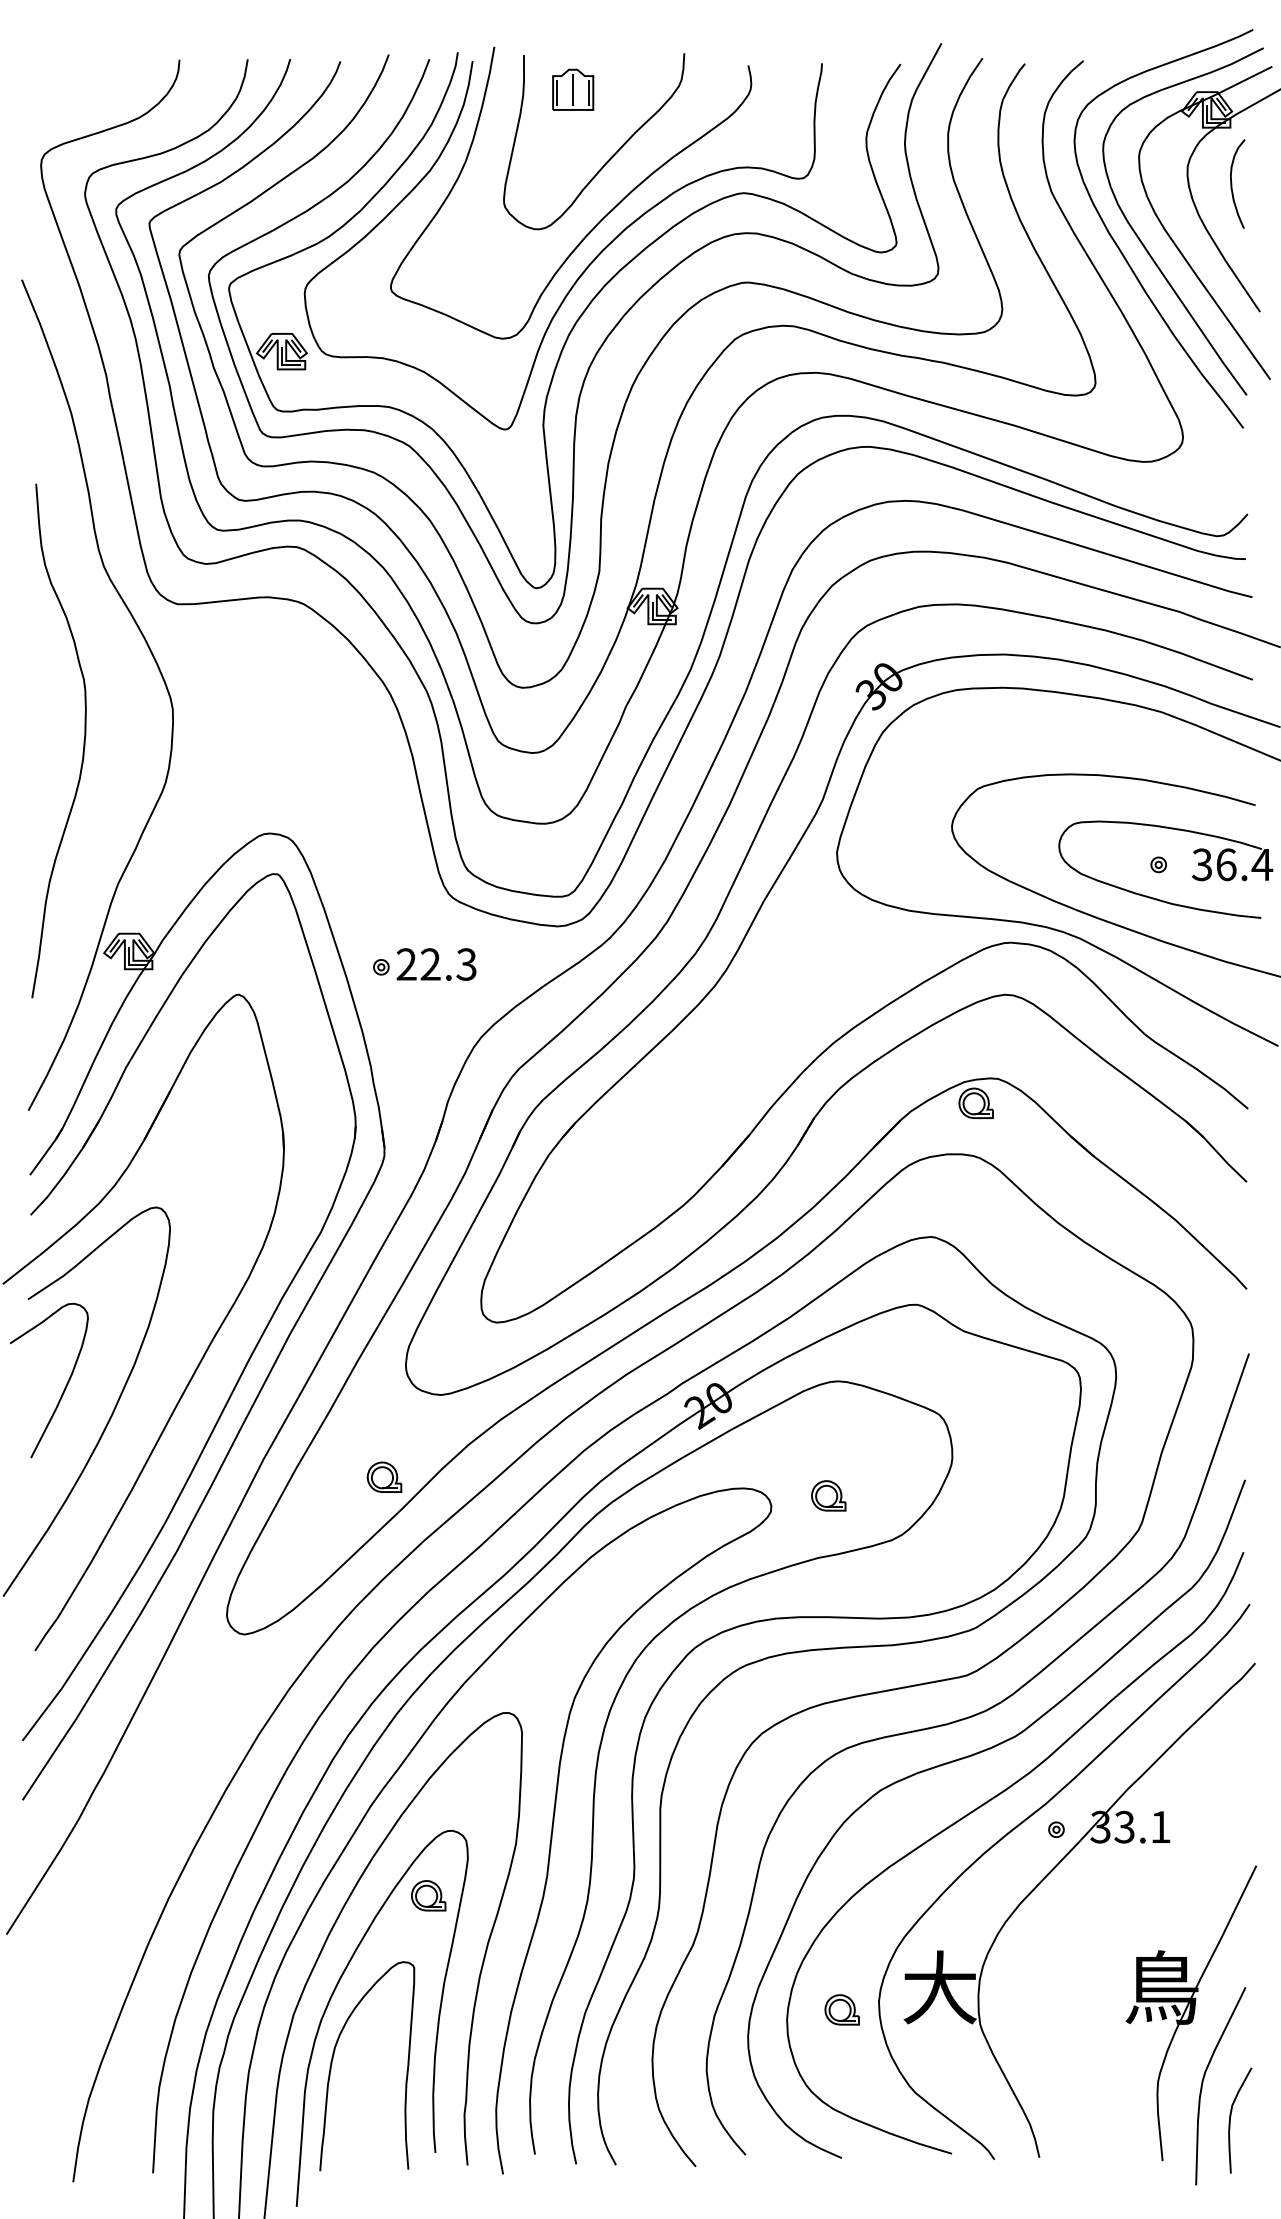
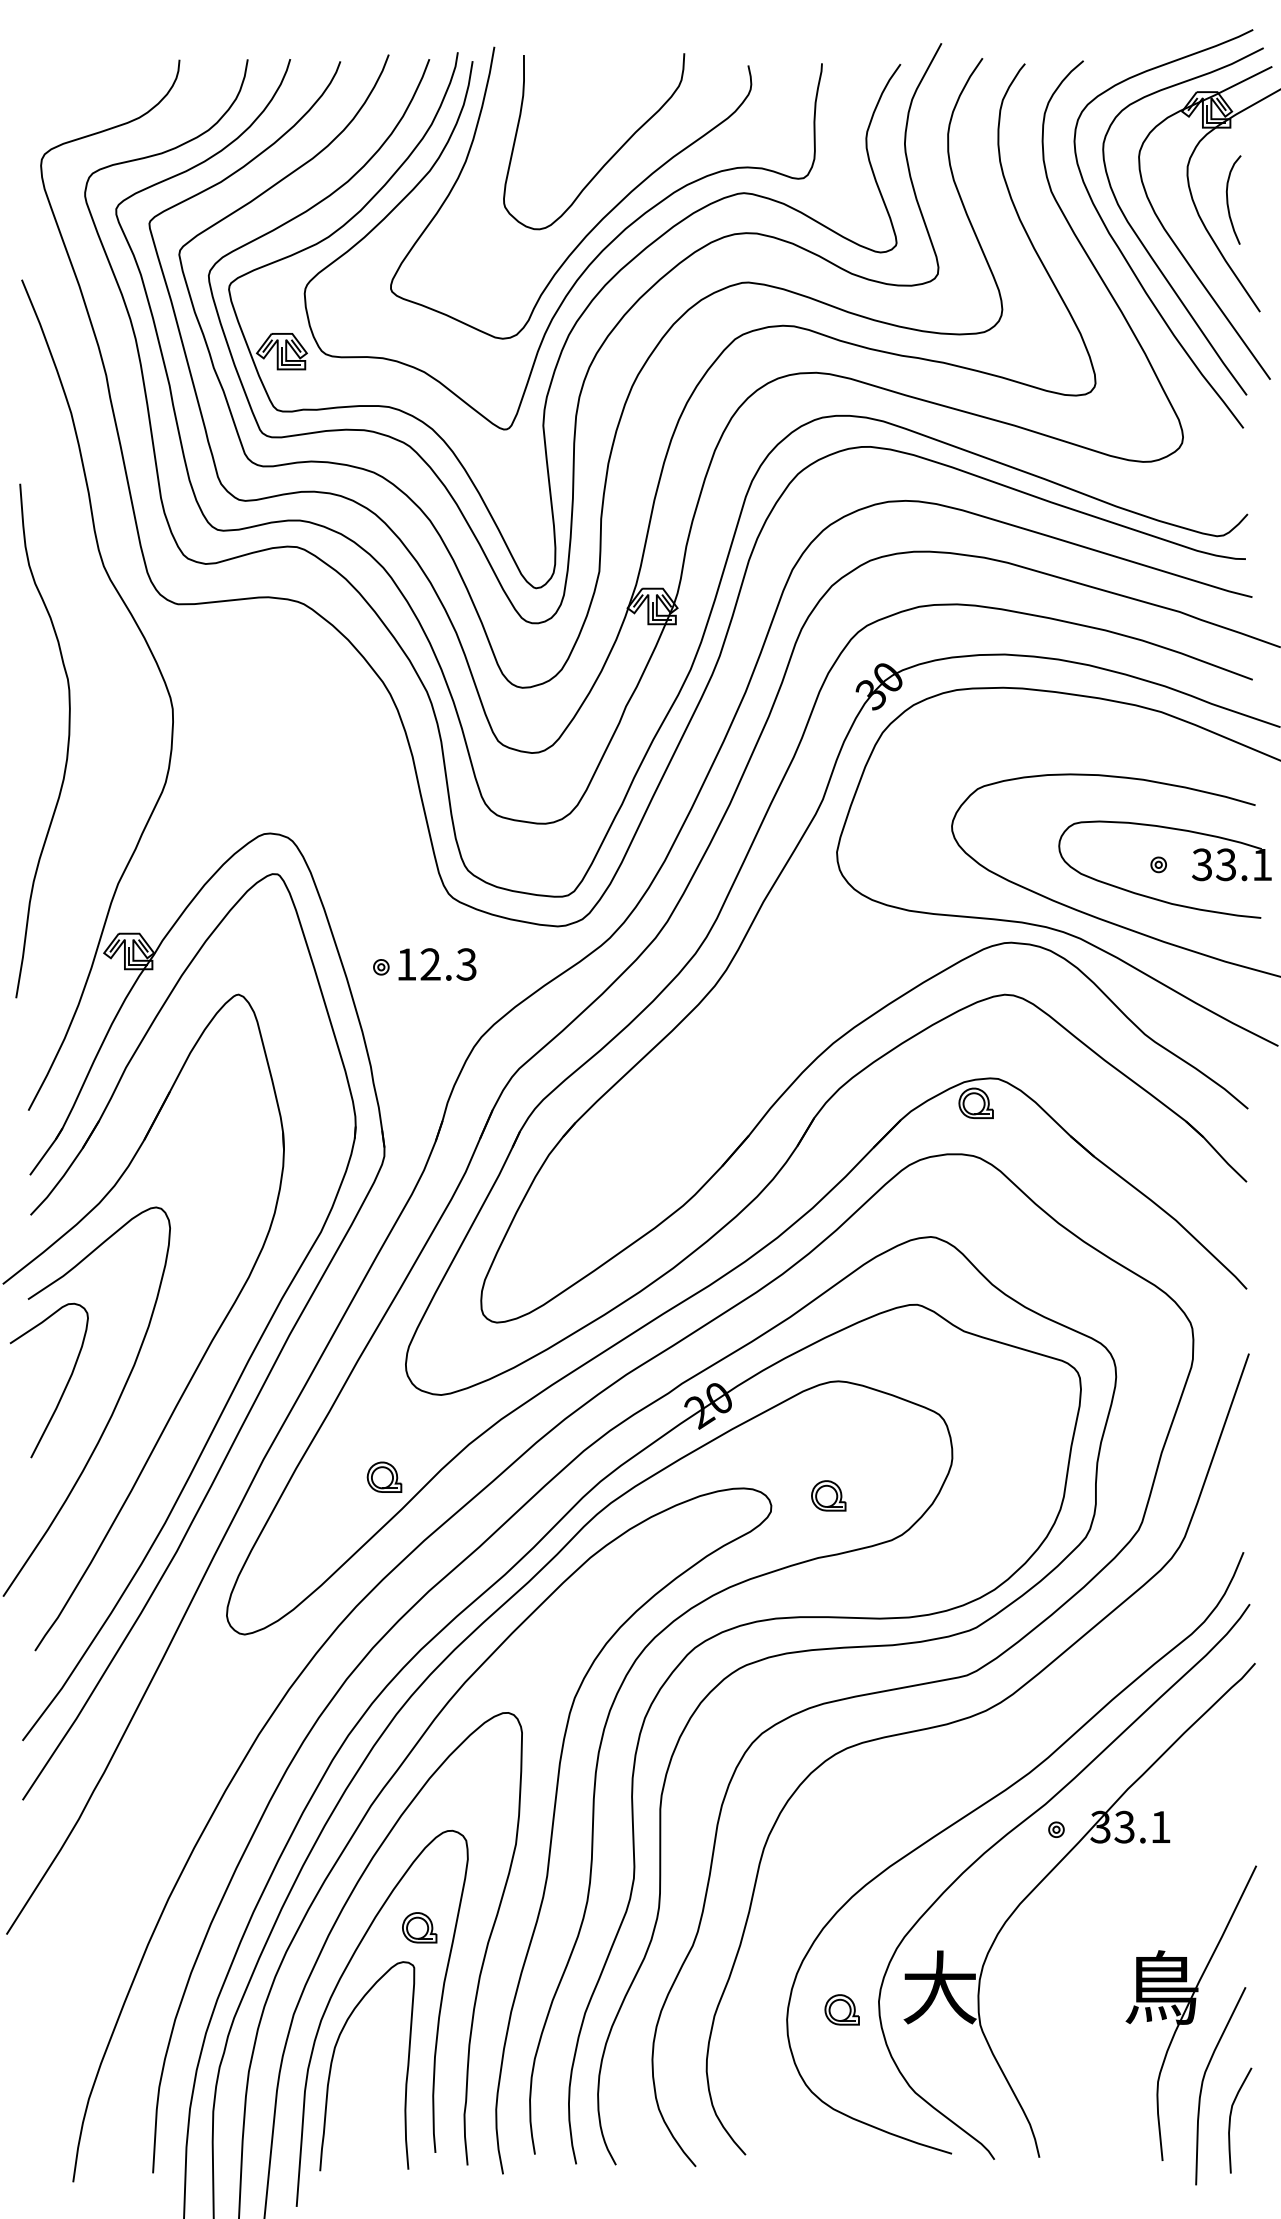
part at (573, 89): present -> none
curve at (1232, 183) position: (1232, 183) -> (1228, 199)
curve at (83, 740) position: (83, 740) -> (67, 740)
text at (1244, 864): 36.4 -> 33.1
text at (406, 964): 22.3 -> 12.3
curve at (972, 1756): present -> none
part at (428, 1895) position: (428, 1895) -> (419, 1927)
